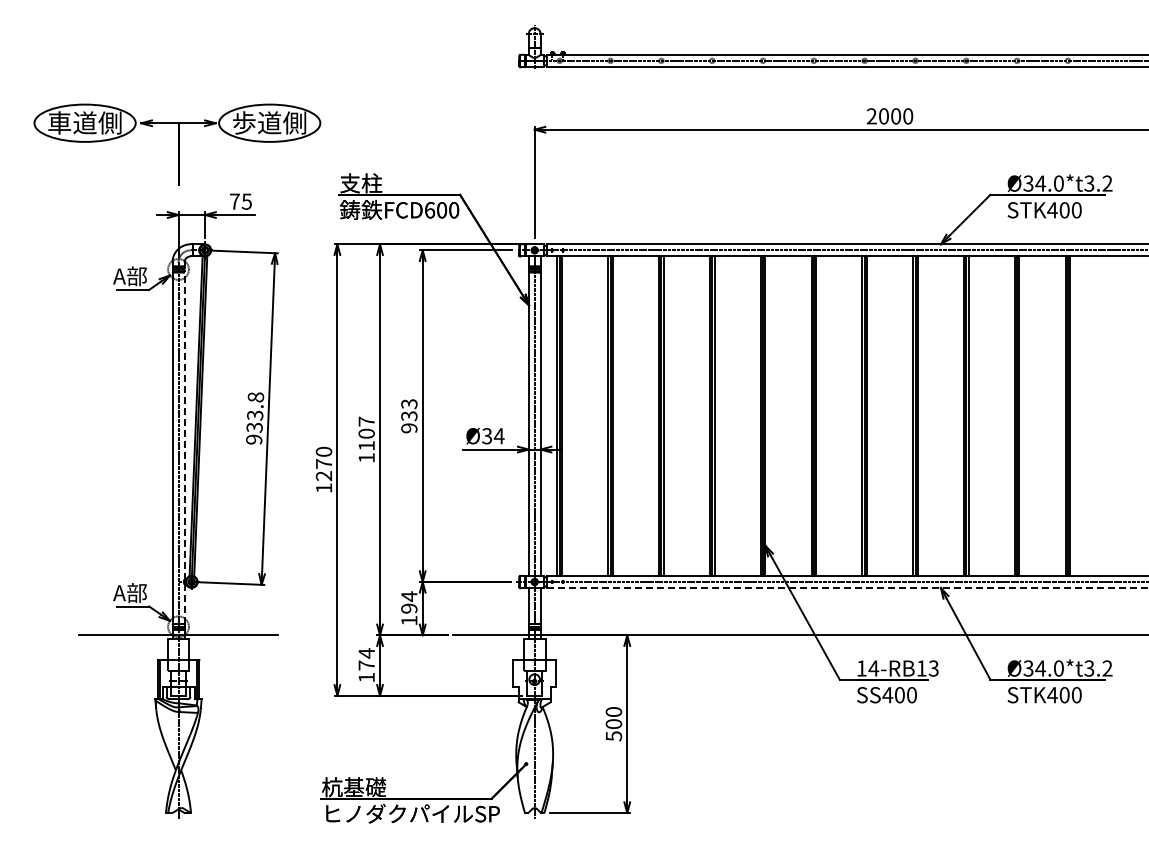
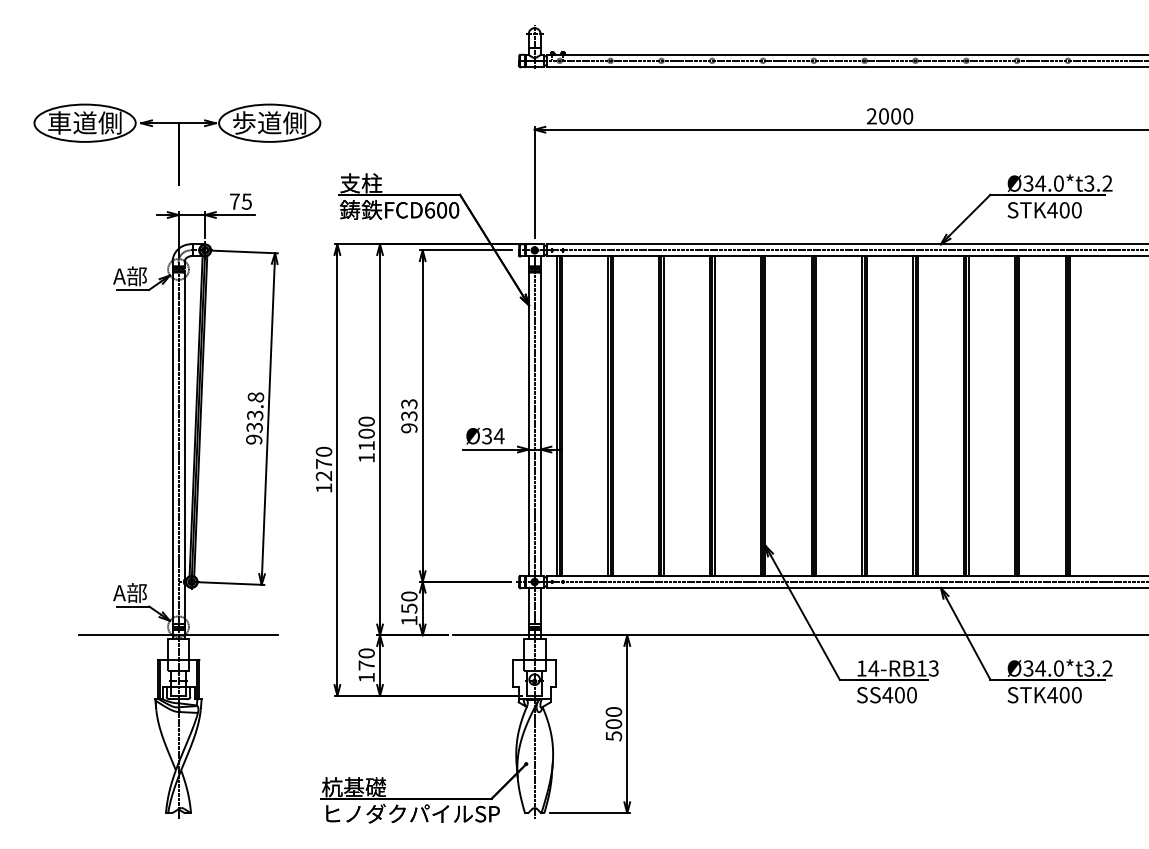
text at (366, 421): 1107 -> 1100
line at (184, 448): dashed -> solid
line at (848, 588): dashed -> solid
text at (409, 602): 194 -> 150
text at (366, 653): 174 -> 170
